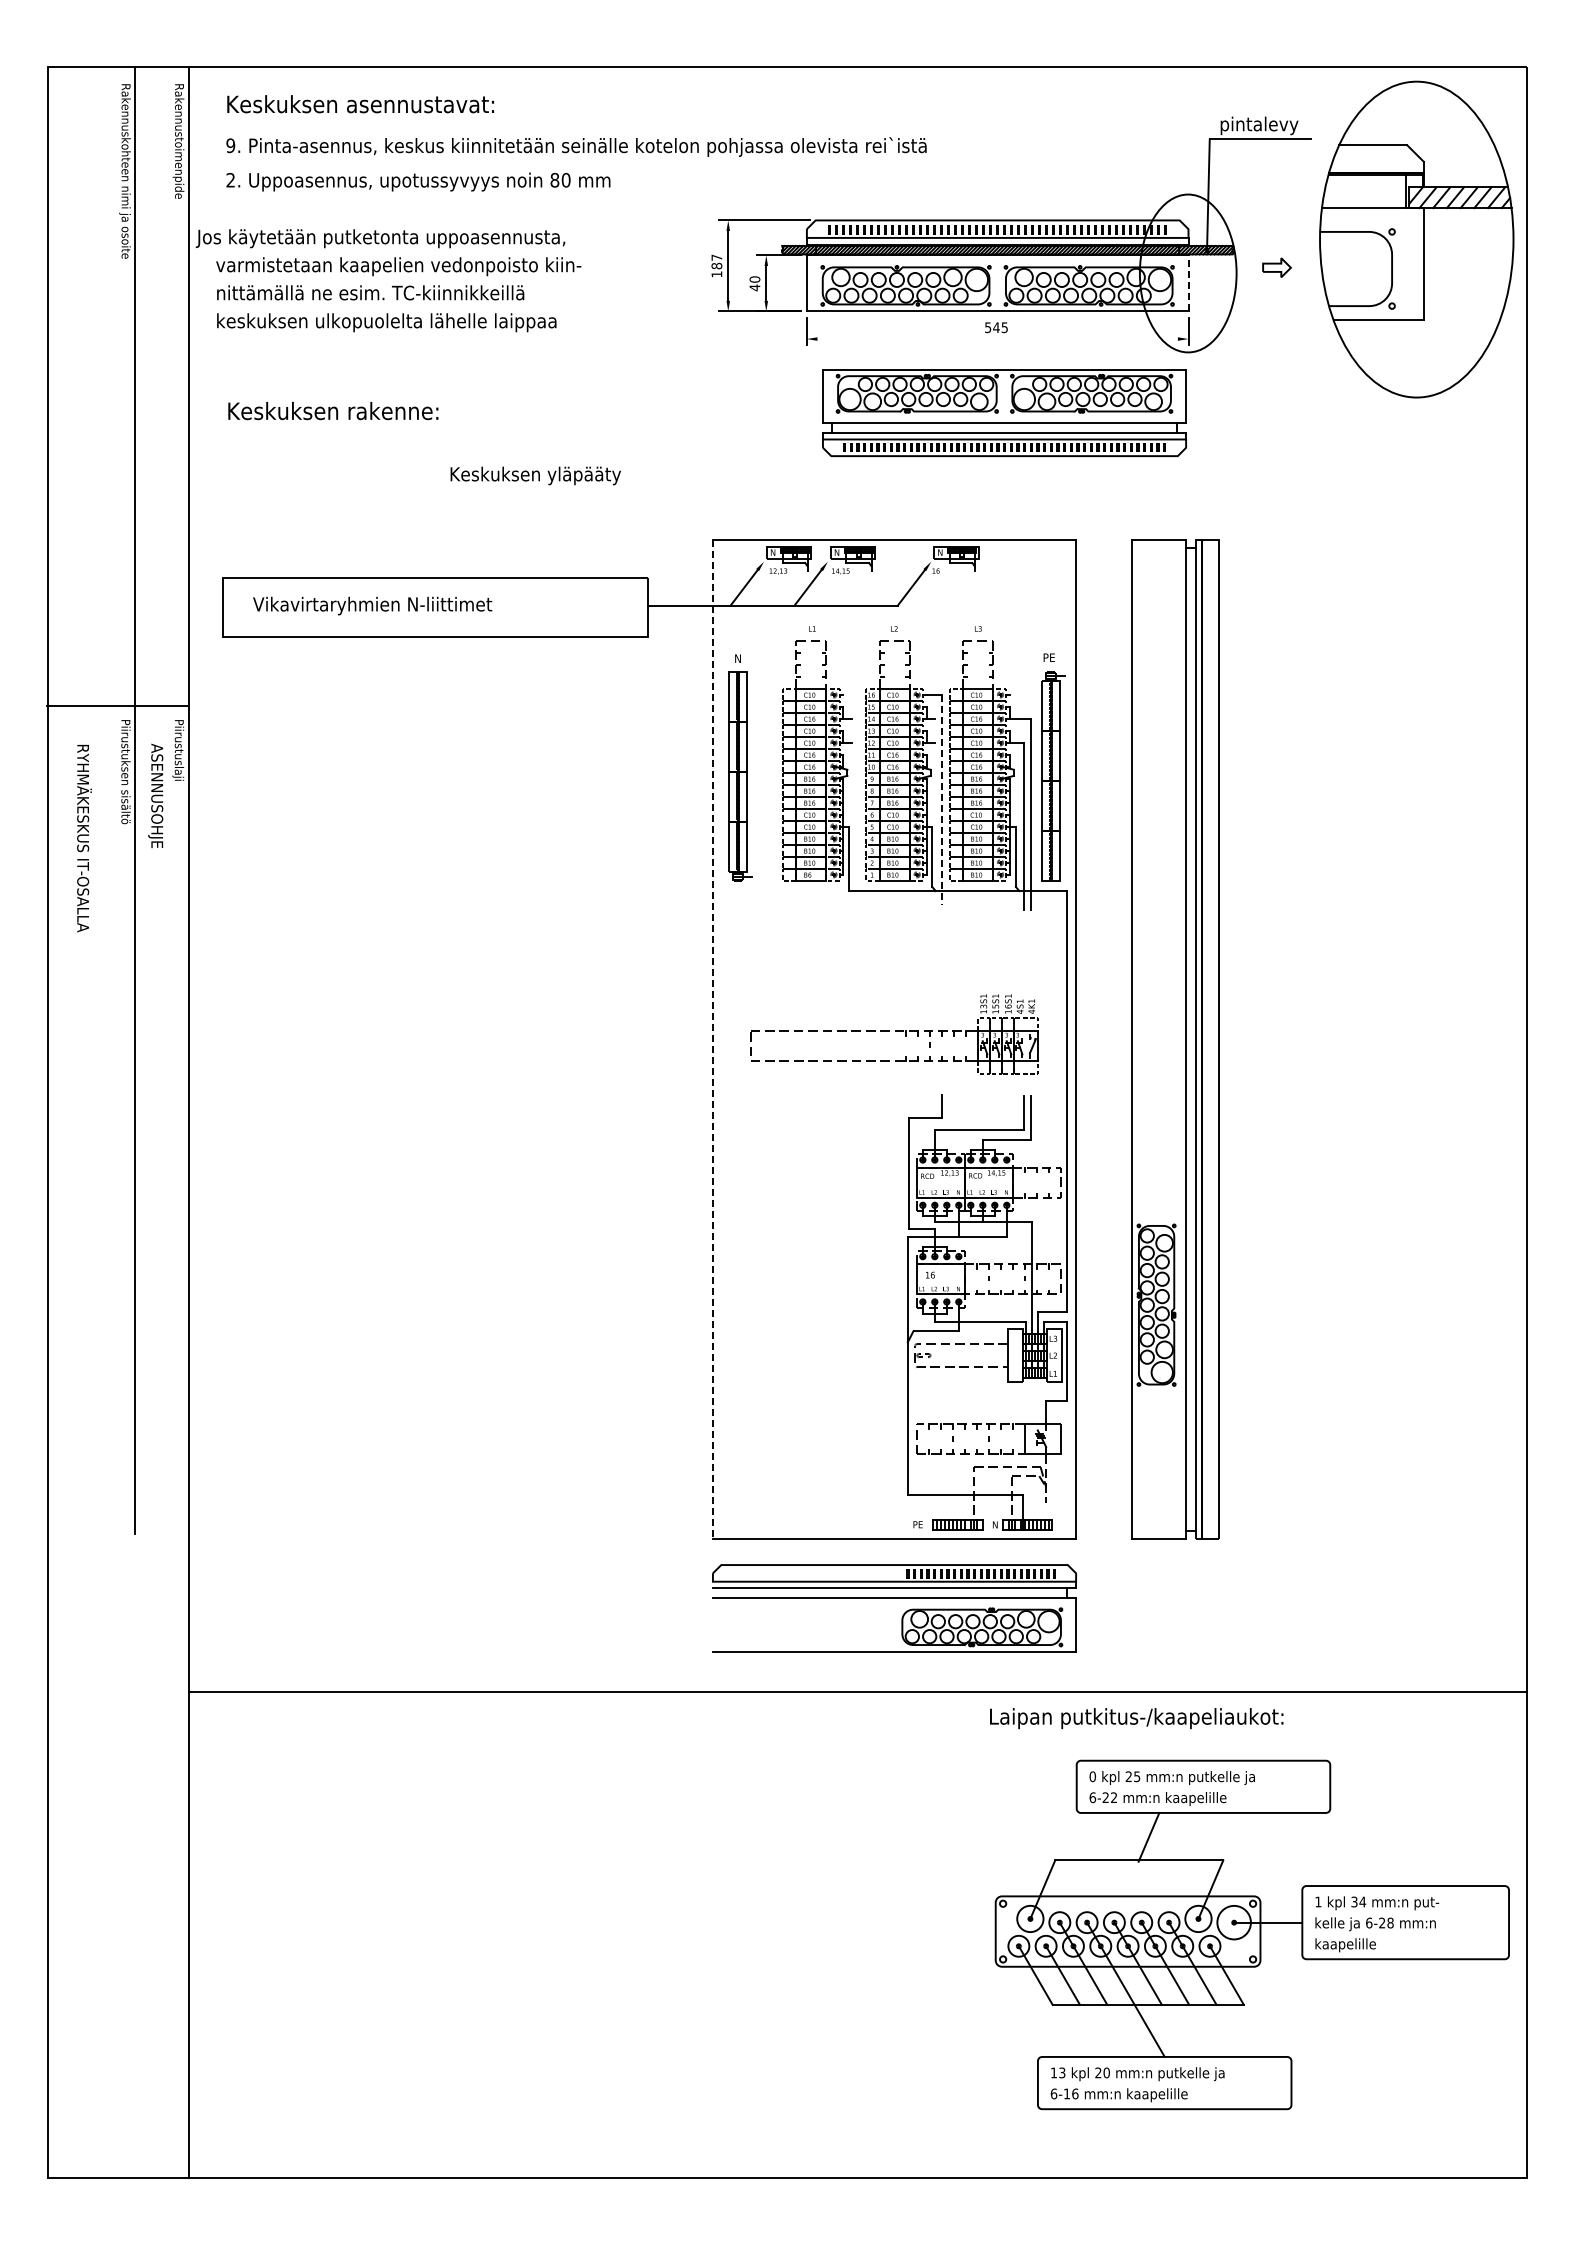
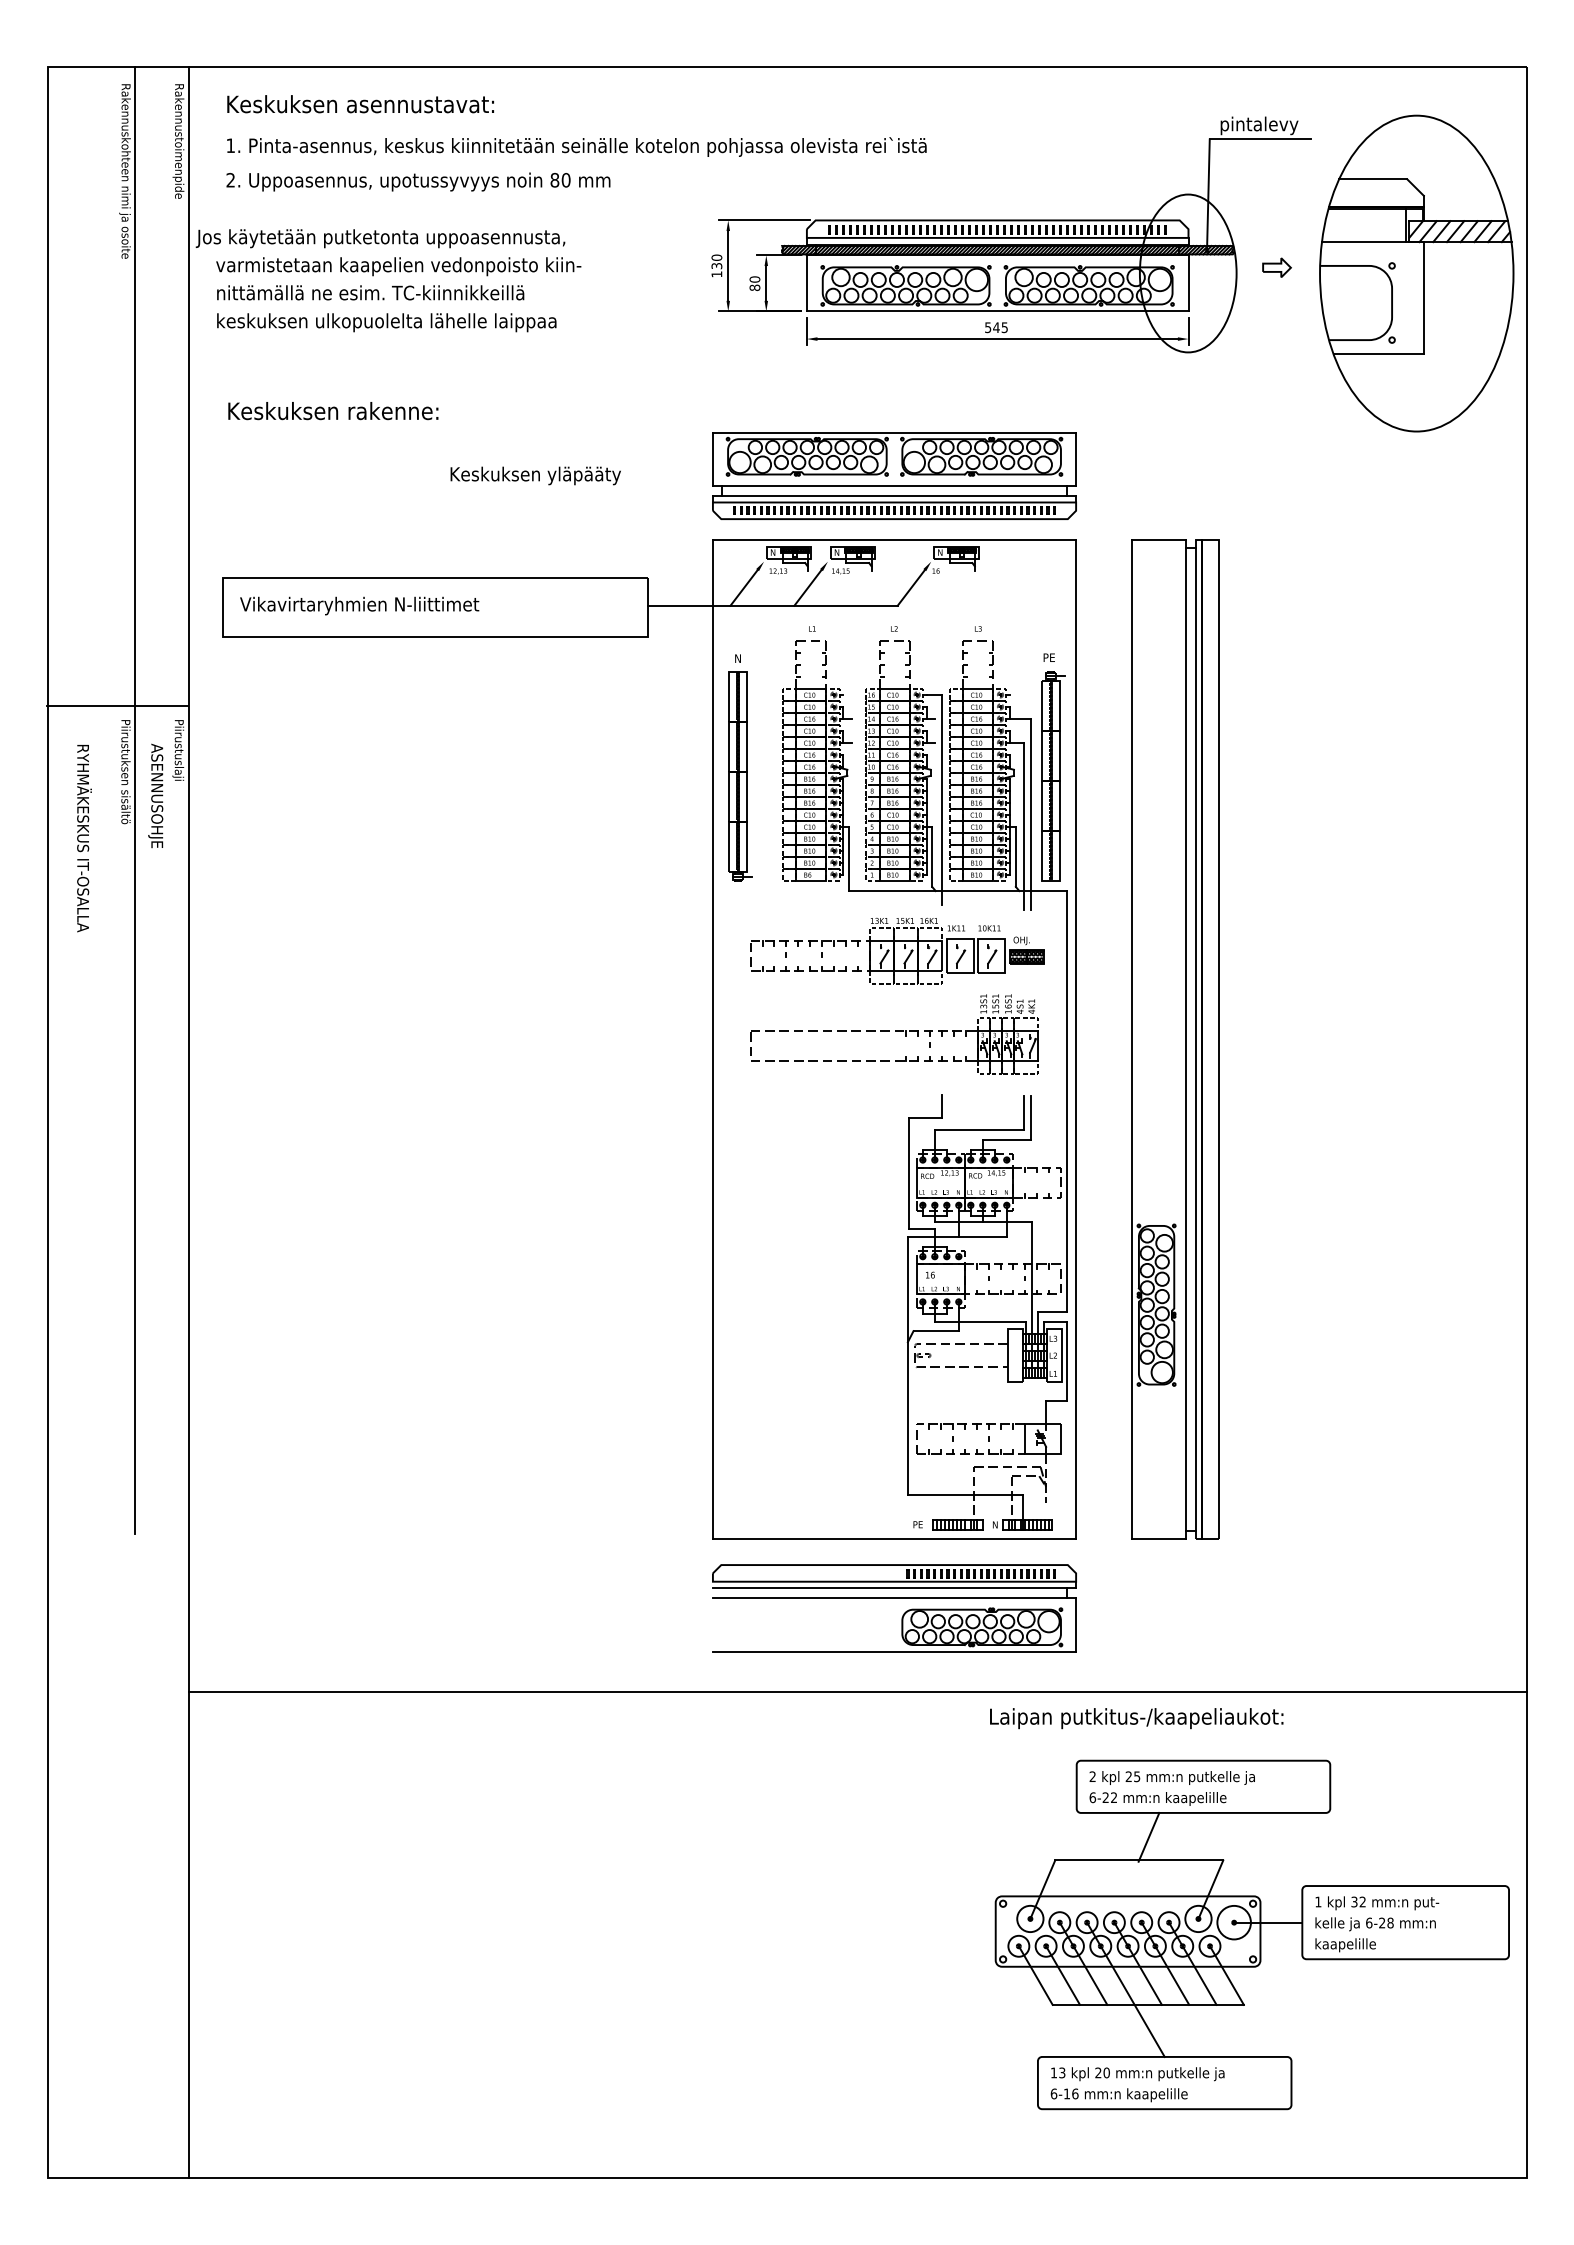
text at (230, 145): 9. -> 1.
part at (1416, 239) position: (1416, 239) -> (1416, 273)
text at (716, 261): 187 -> 130
line at (1188, 282): dashed -> solid
text at (754, 287): 40 -> 80
line at (997, 339): none -> present
part at (1004, 412) position: (1004, 412) -> (894, 475)
text at (372, 605) position: (372, 605) -> (359, 605)
line at (941, 800): dashed -> solid
part at (897, 950): none -> present
line at (712, 1039): dashed -> solid
text at (1092, 1776): 0 -> 2
text at (1362, 1901): 34 -> 32
